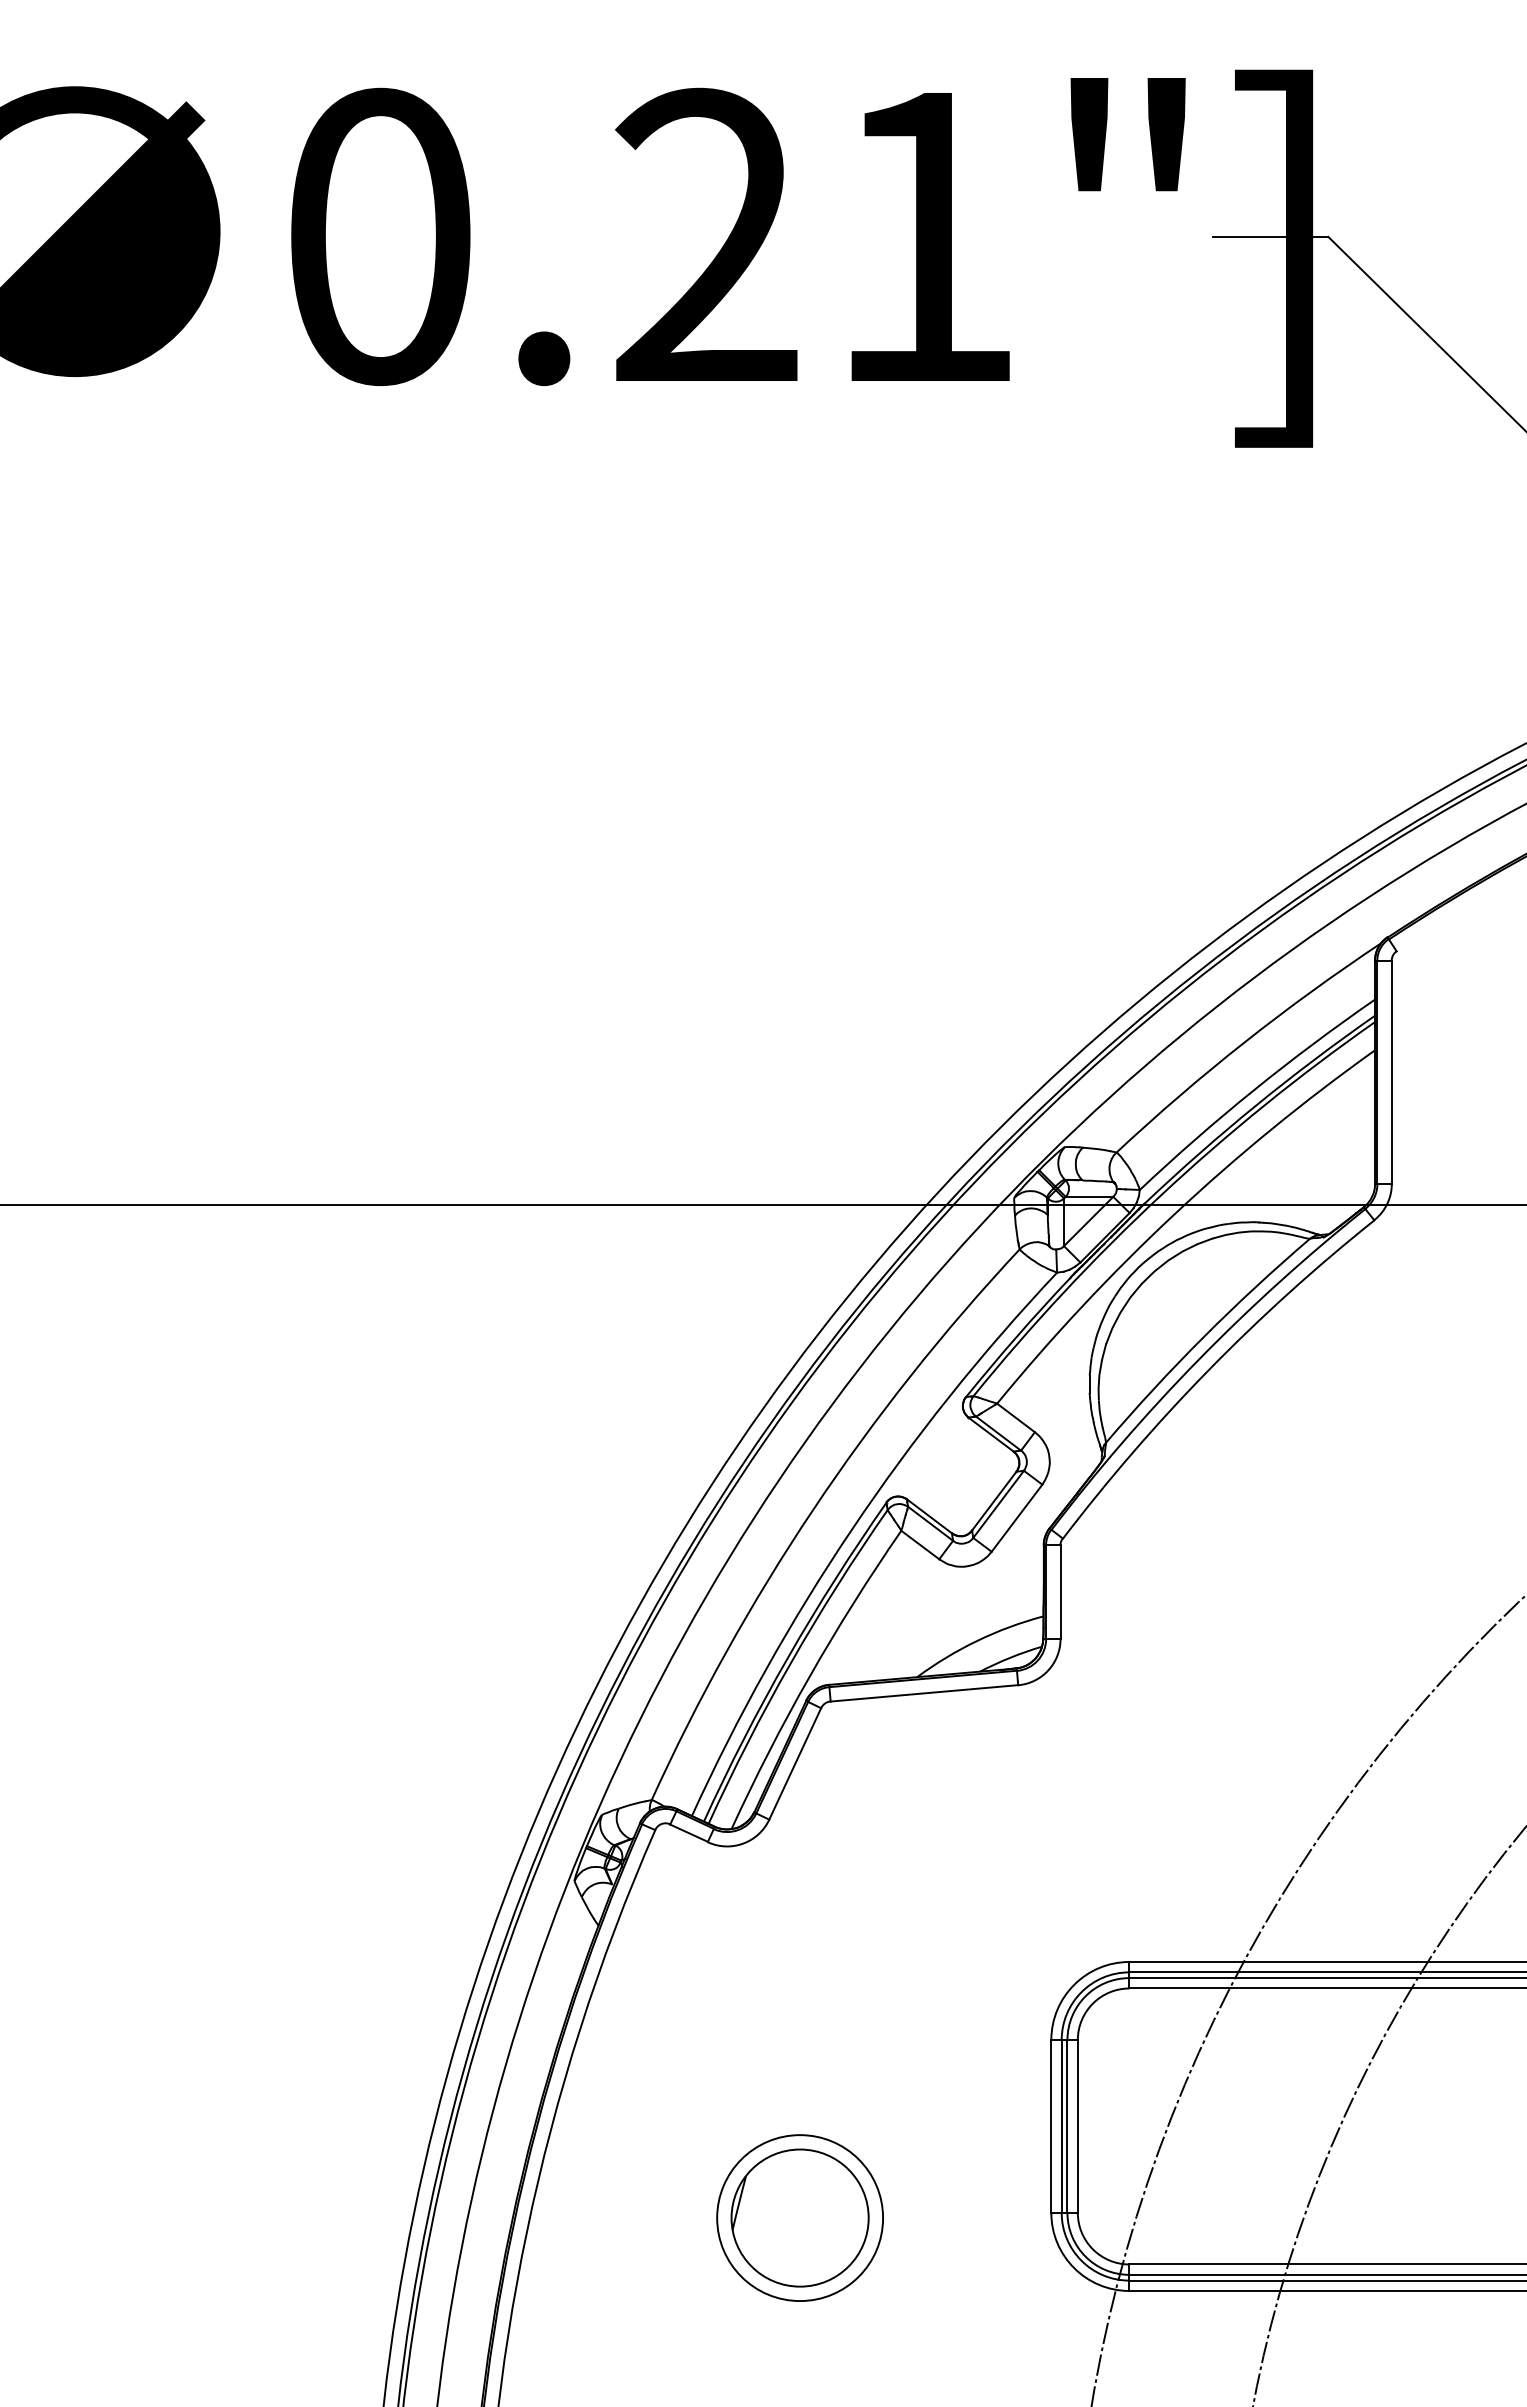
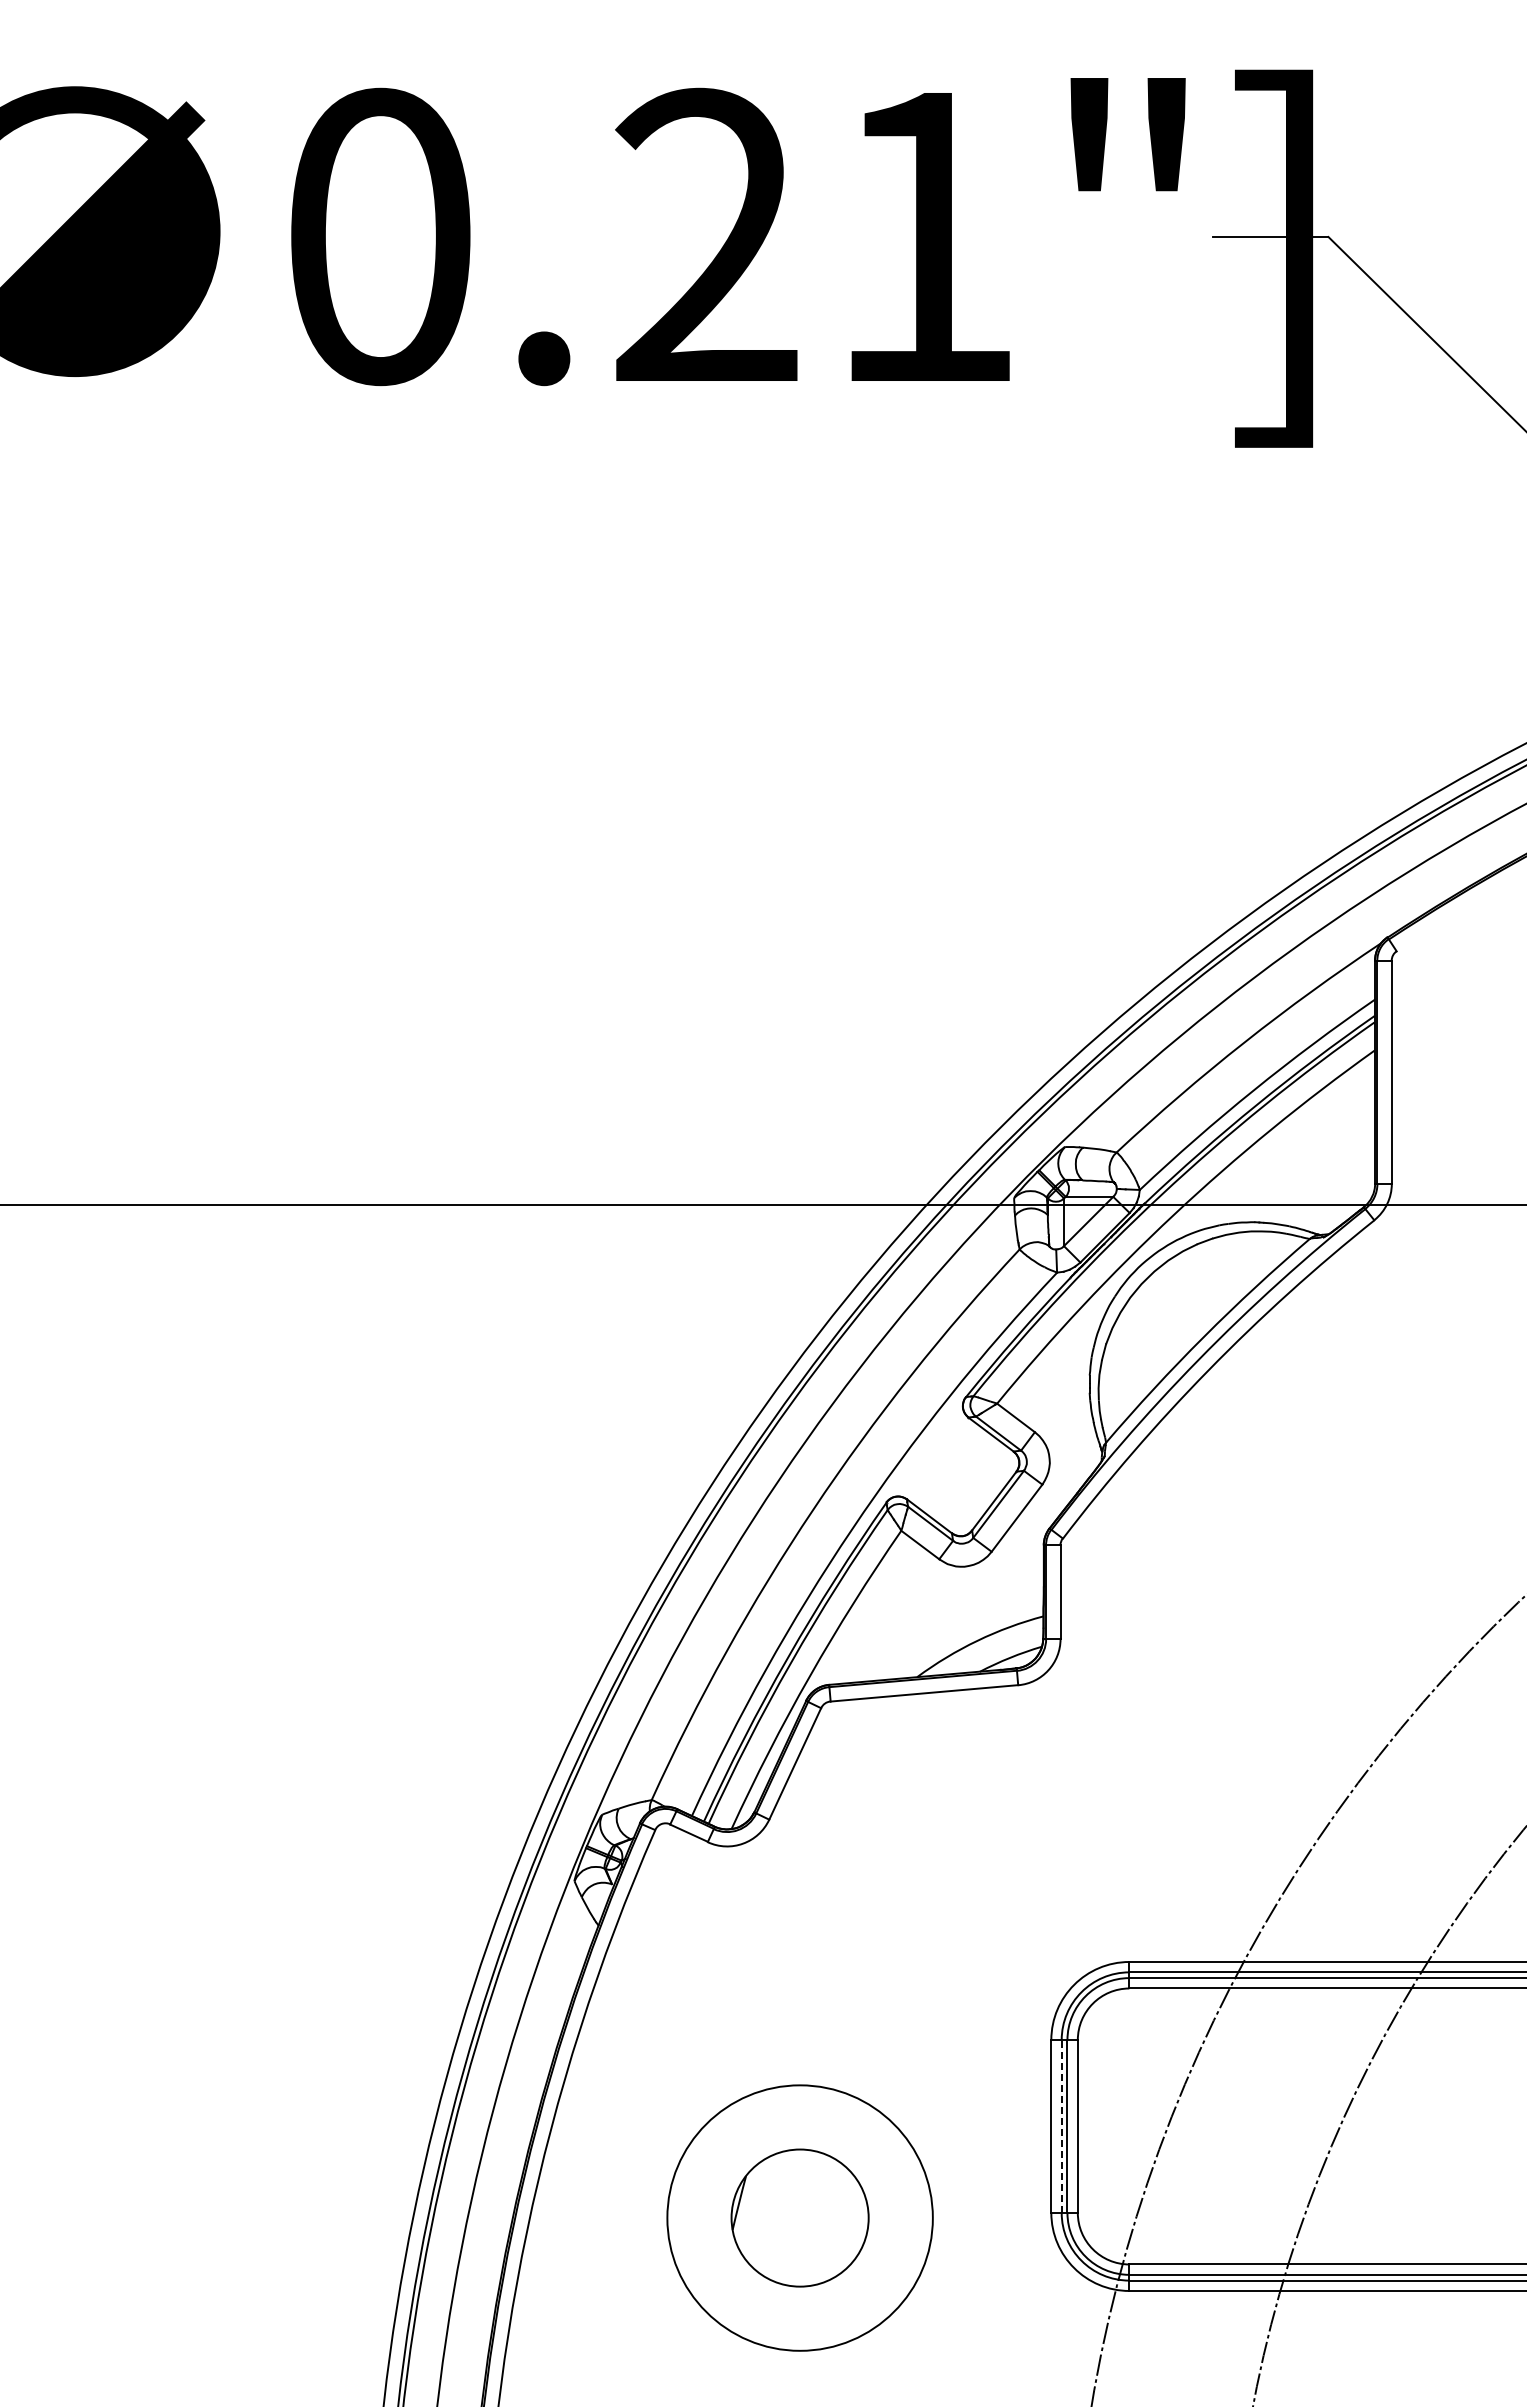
line at (1061, 2125): solid -> dashed
circle at (800, 2218) diameter: 166 px -> 265 px
